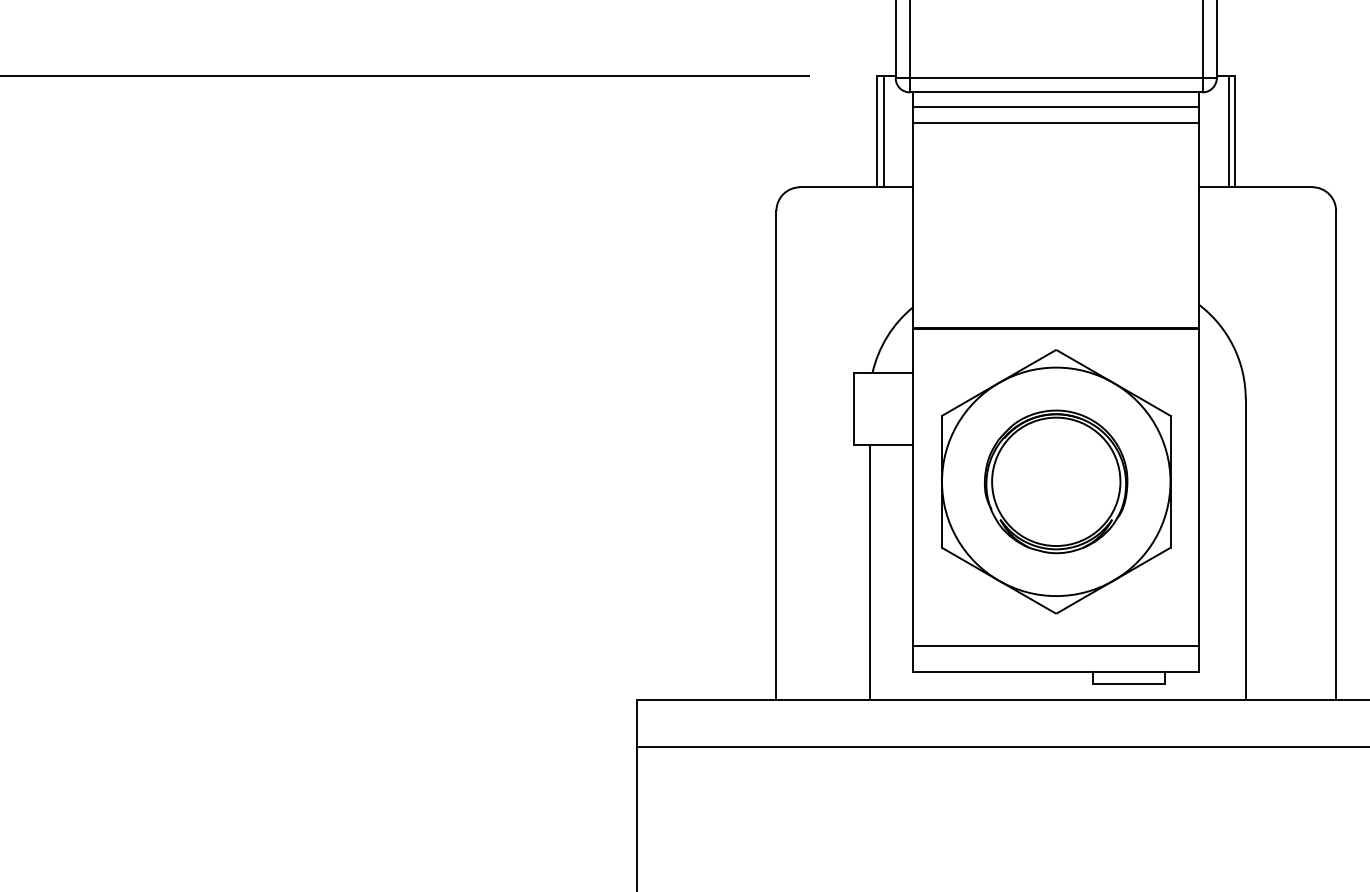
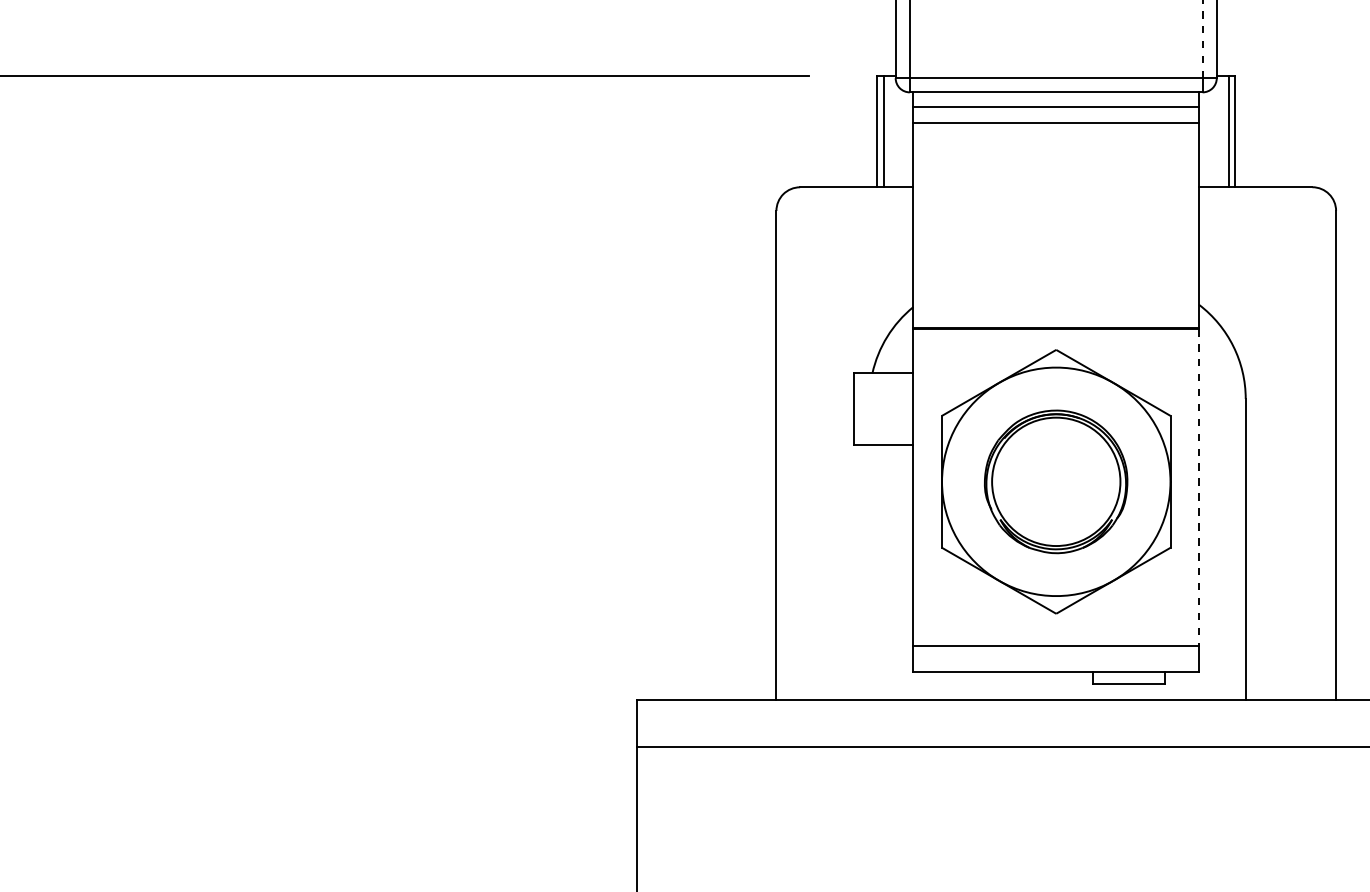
line at (1202, 39): solid -> dashed
line at (1199, 488): solid -> dashed
line at (869, 572): present -> none
